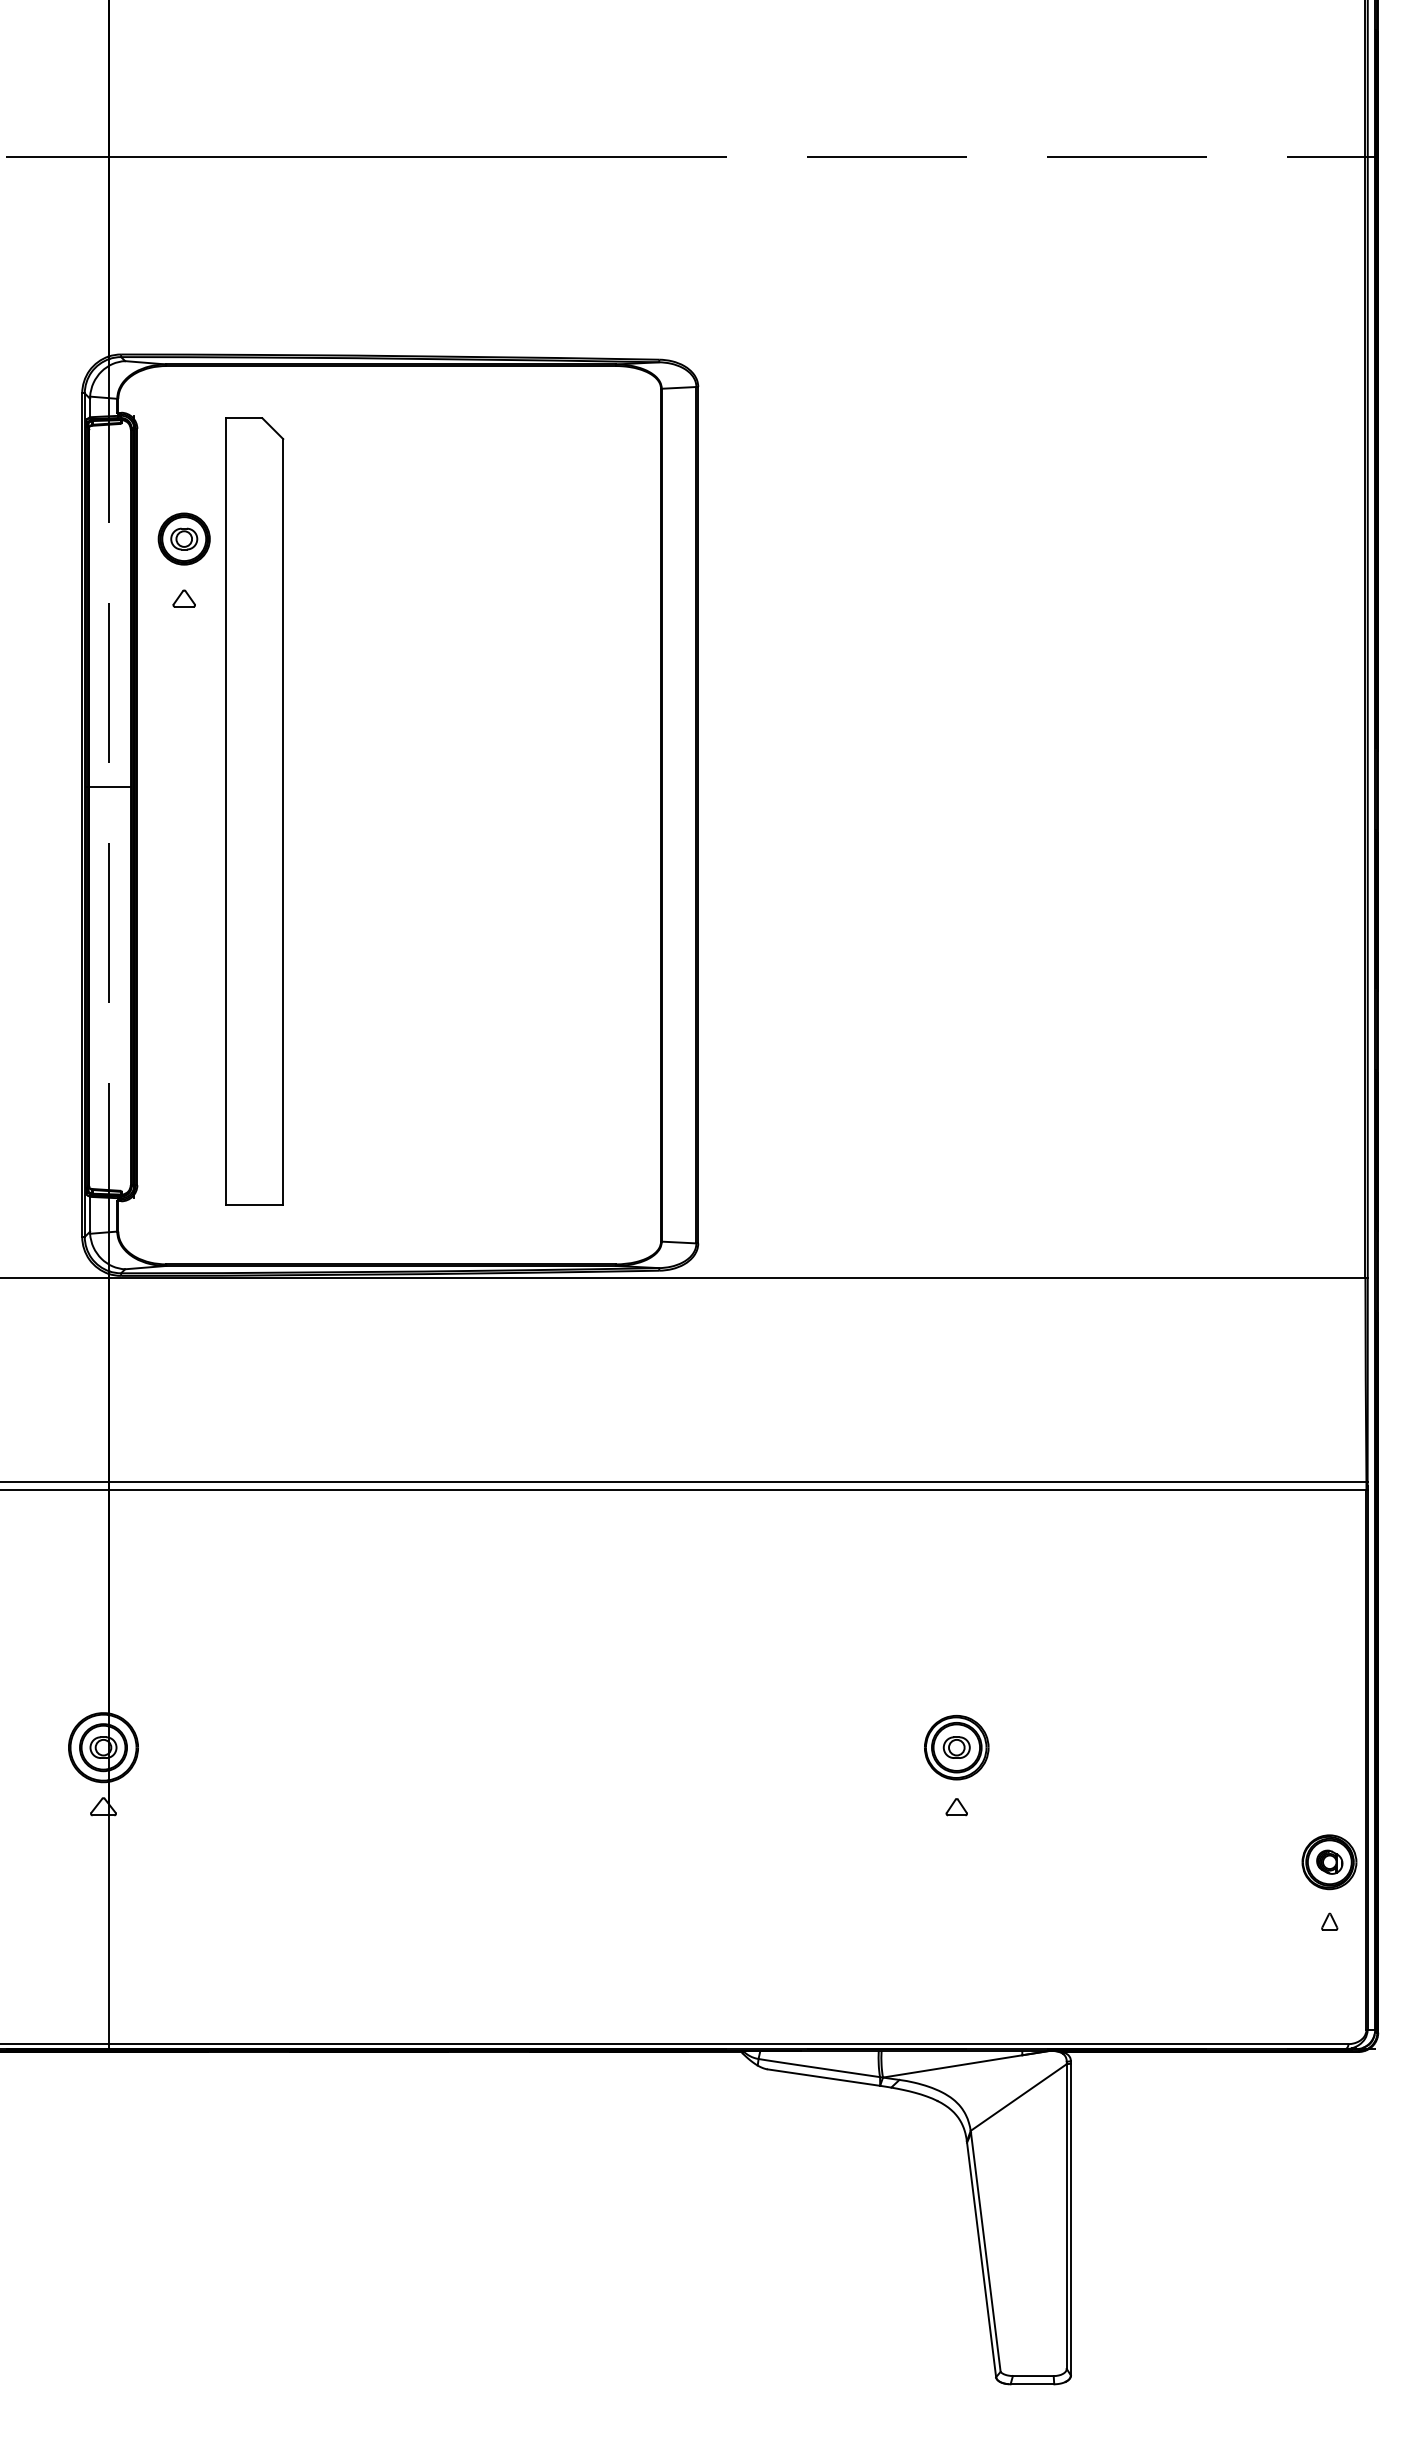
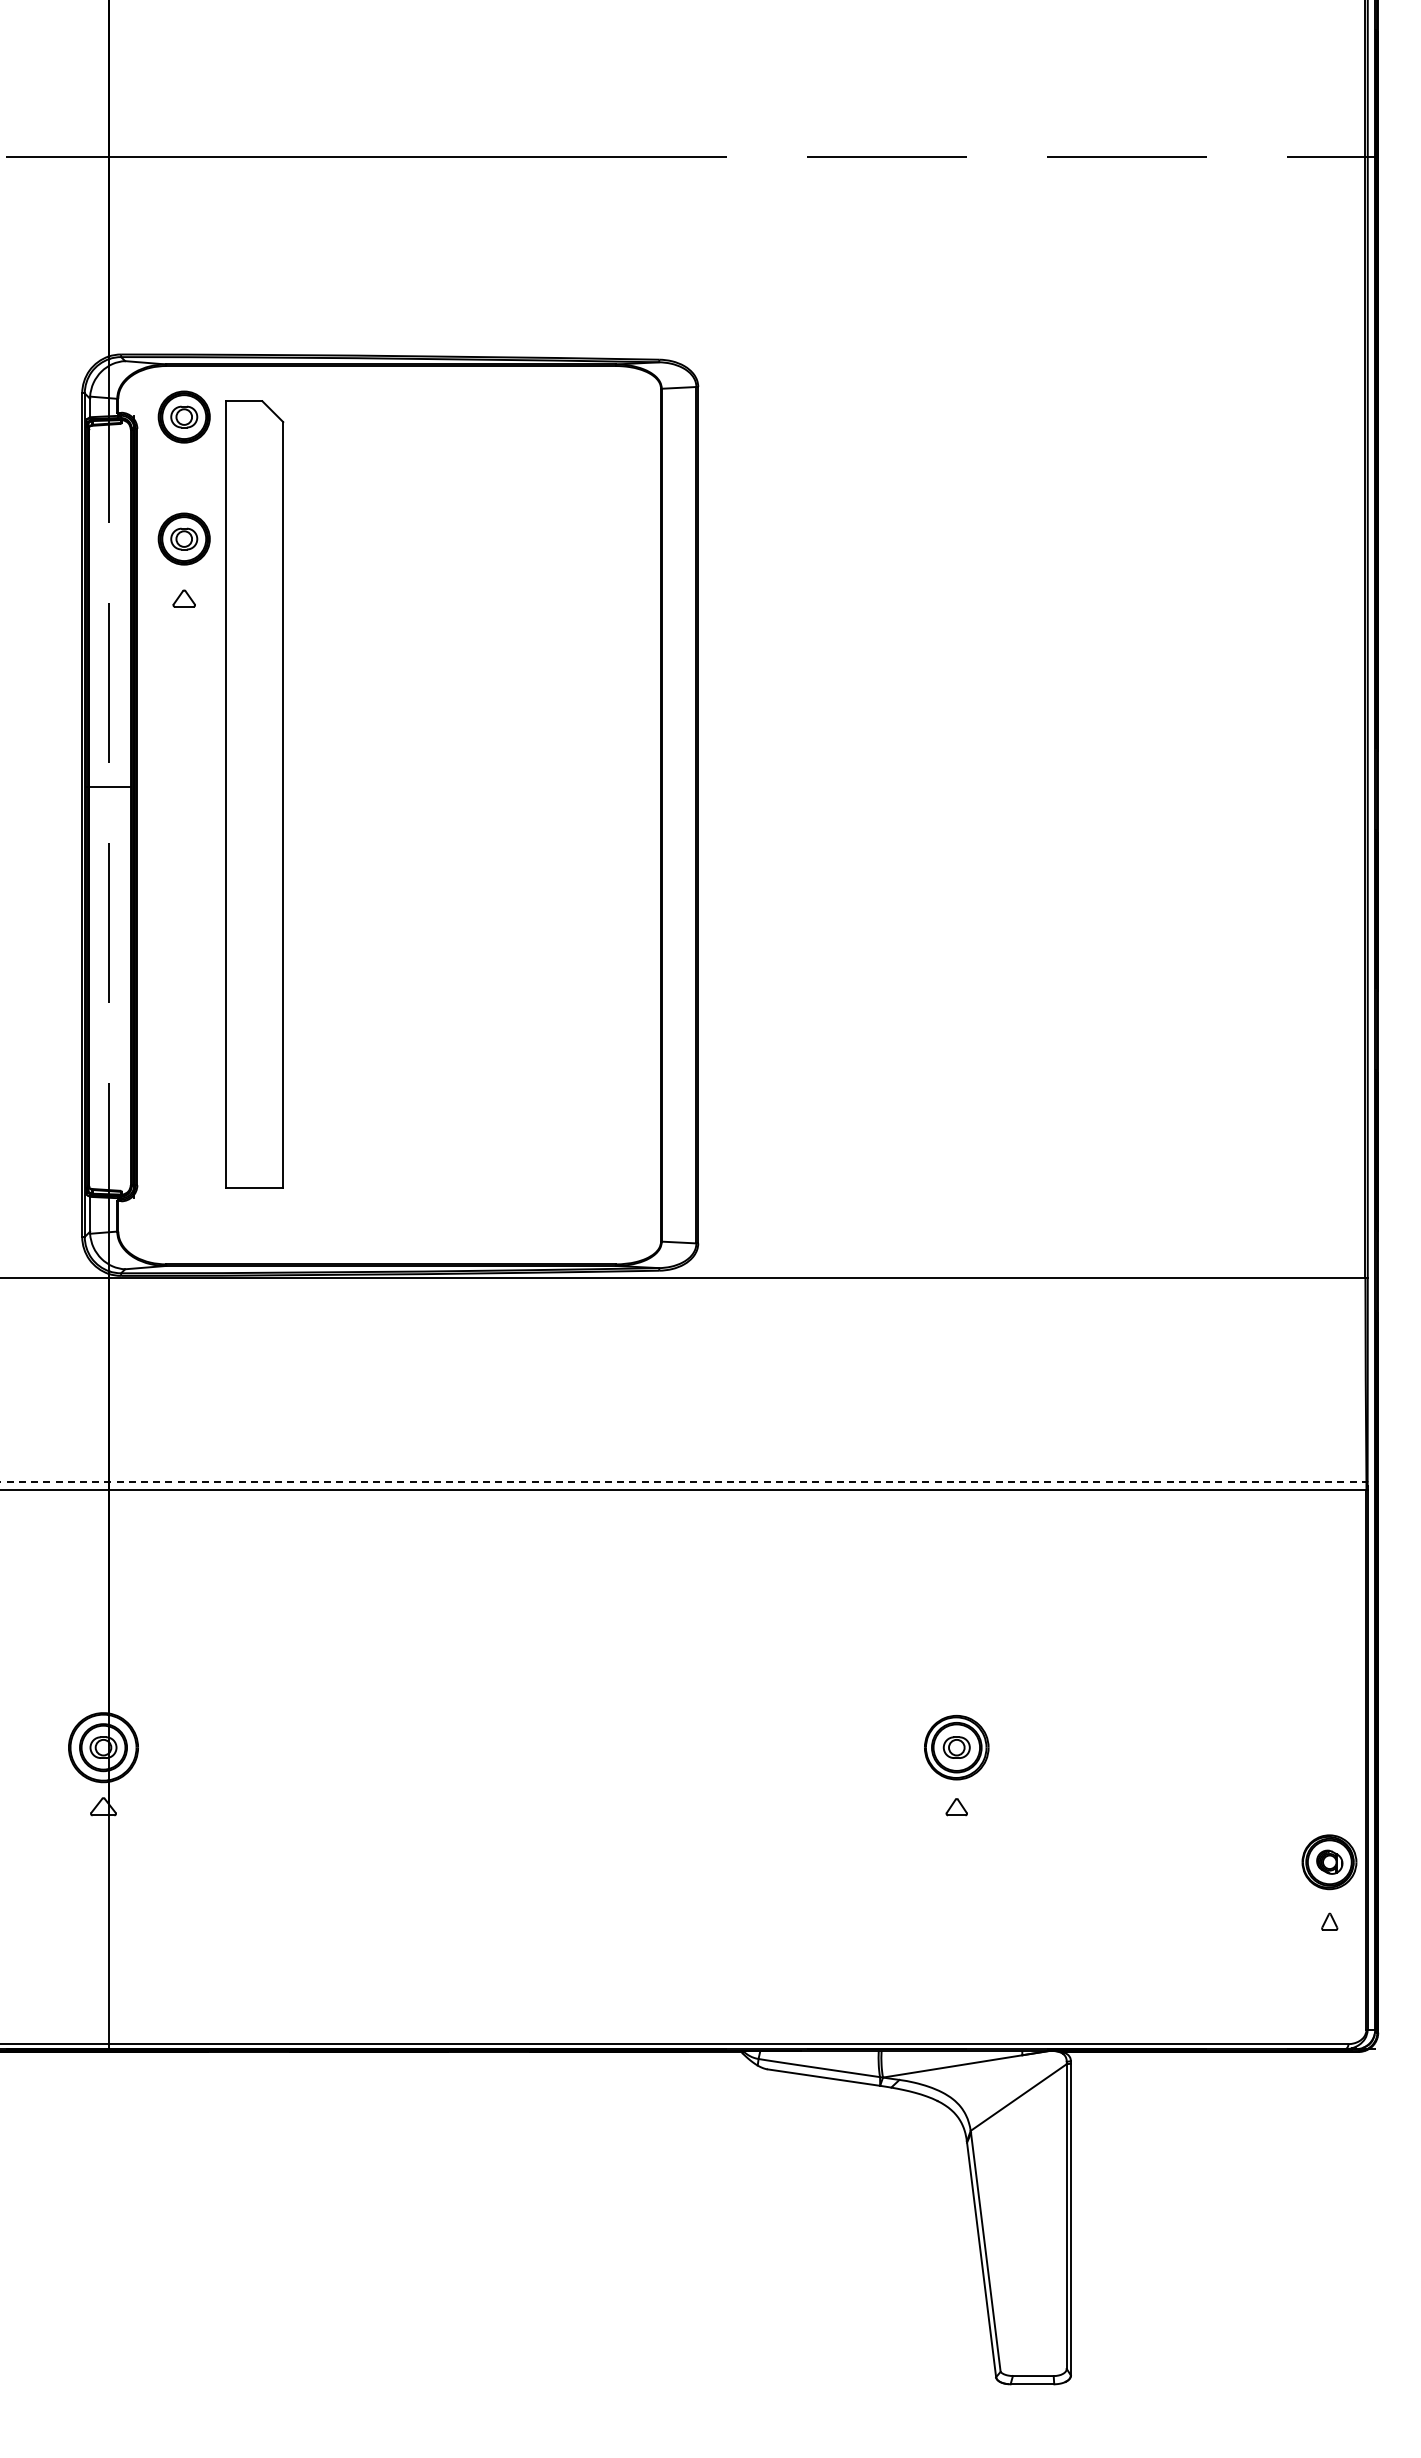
part at (183, 416): none -> present
part at (254, 811) position: (254, 811) -> (254, 794)
line at (684, 1482): solid -> dashed
